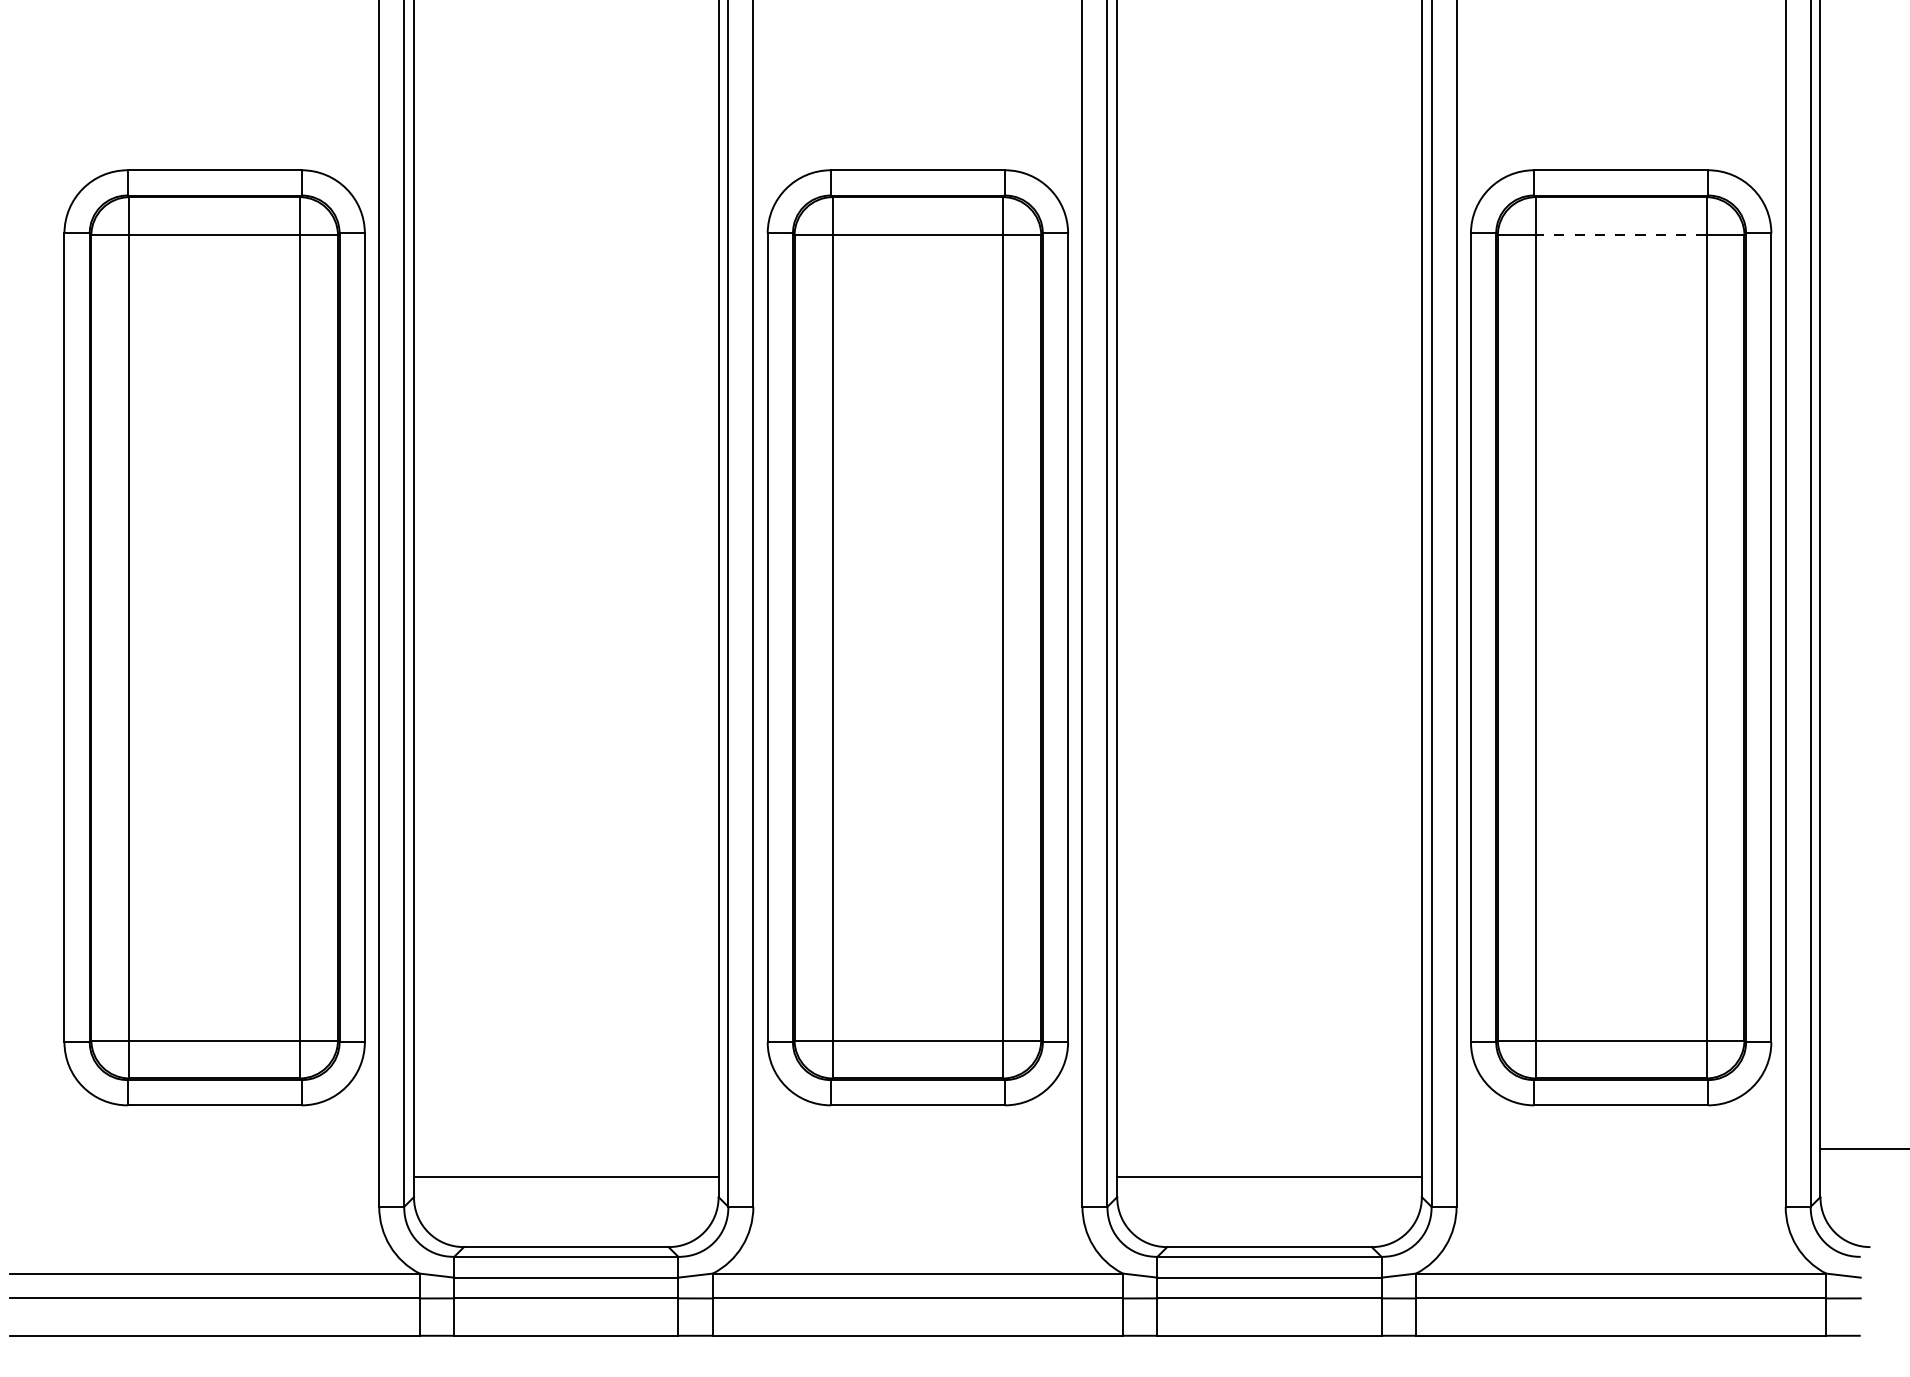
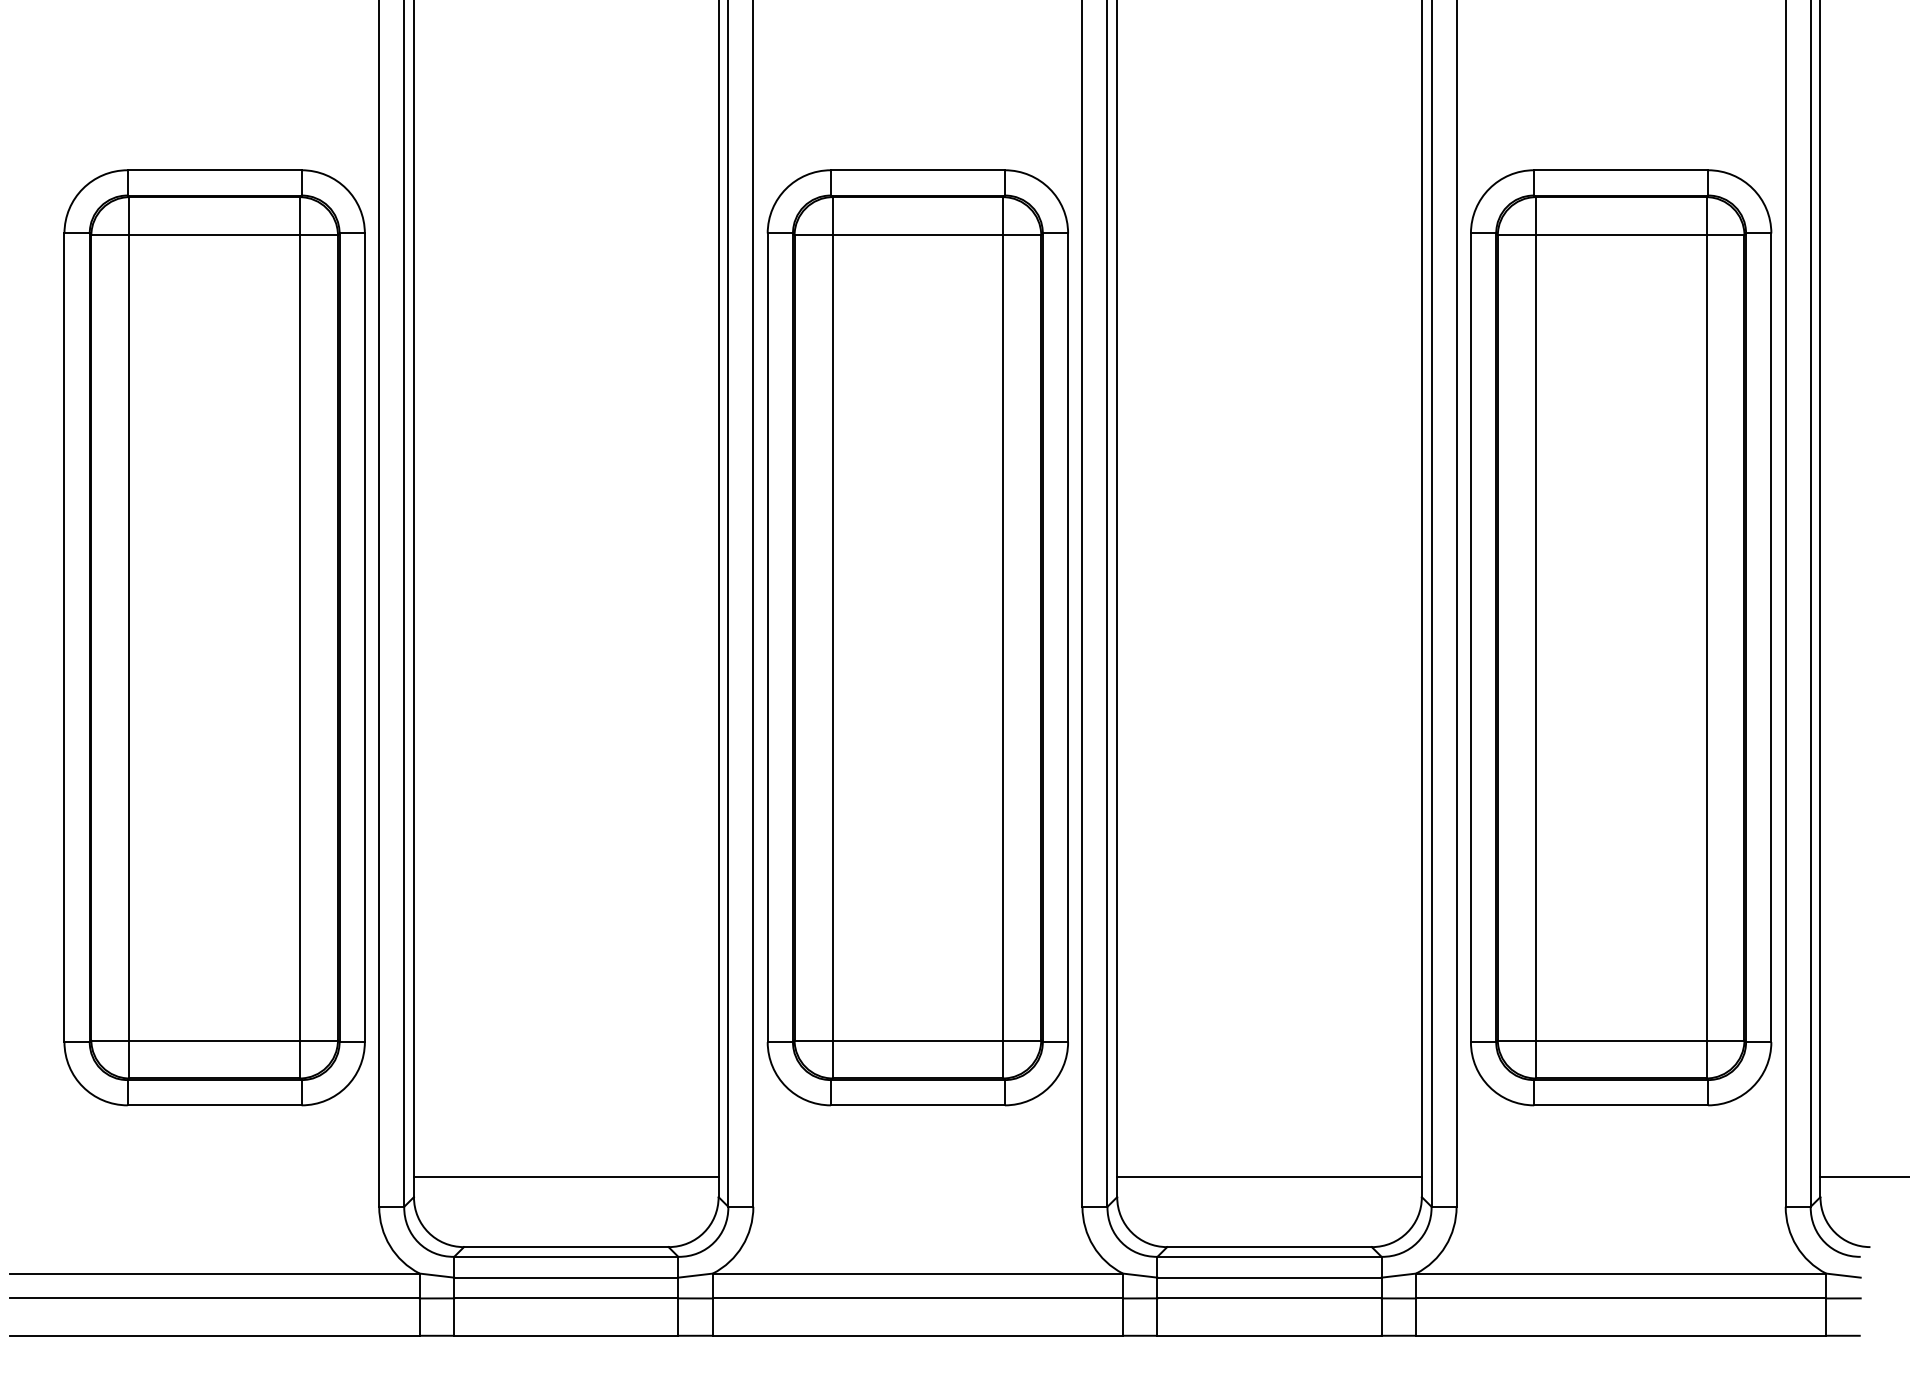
line at (1620, 235): dashed -> solid
line at (1863, 1149) position: (1863, 1149) -> (1863, 1177)
